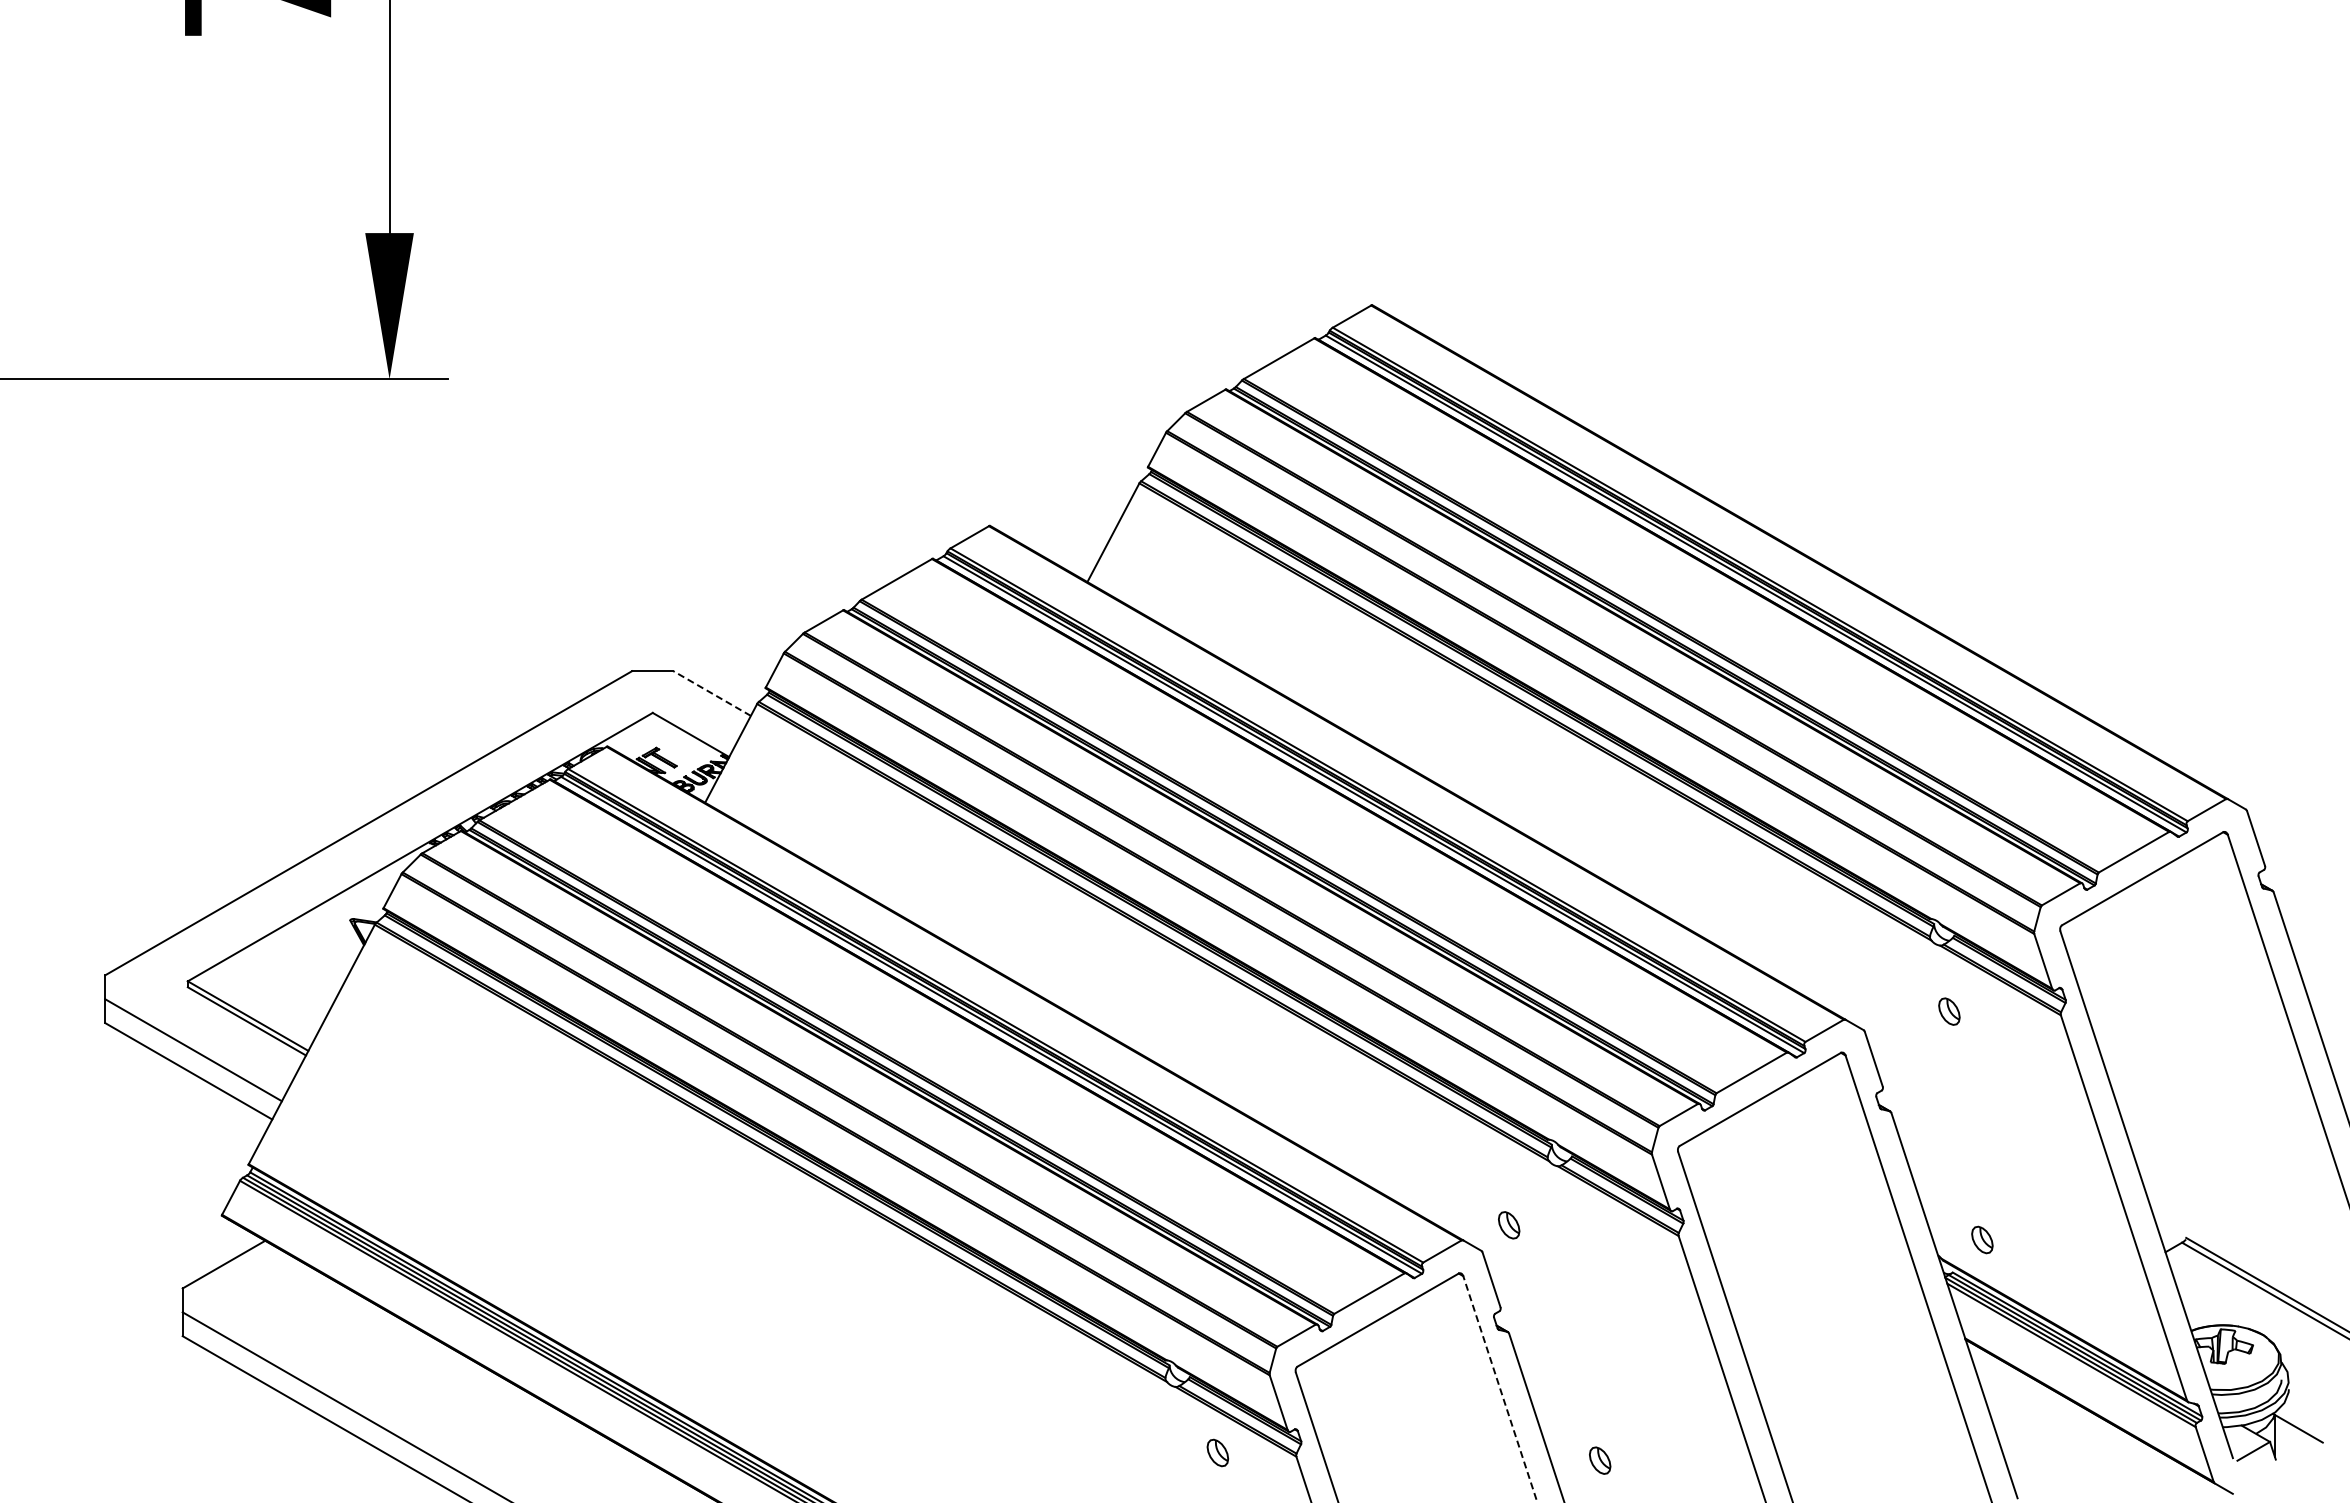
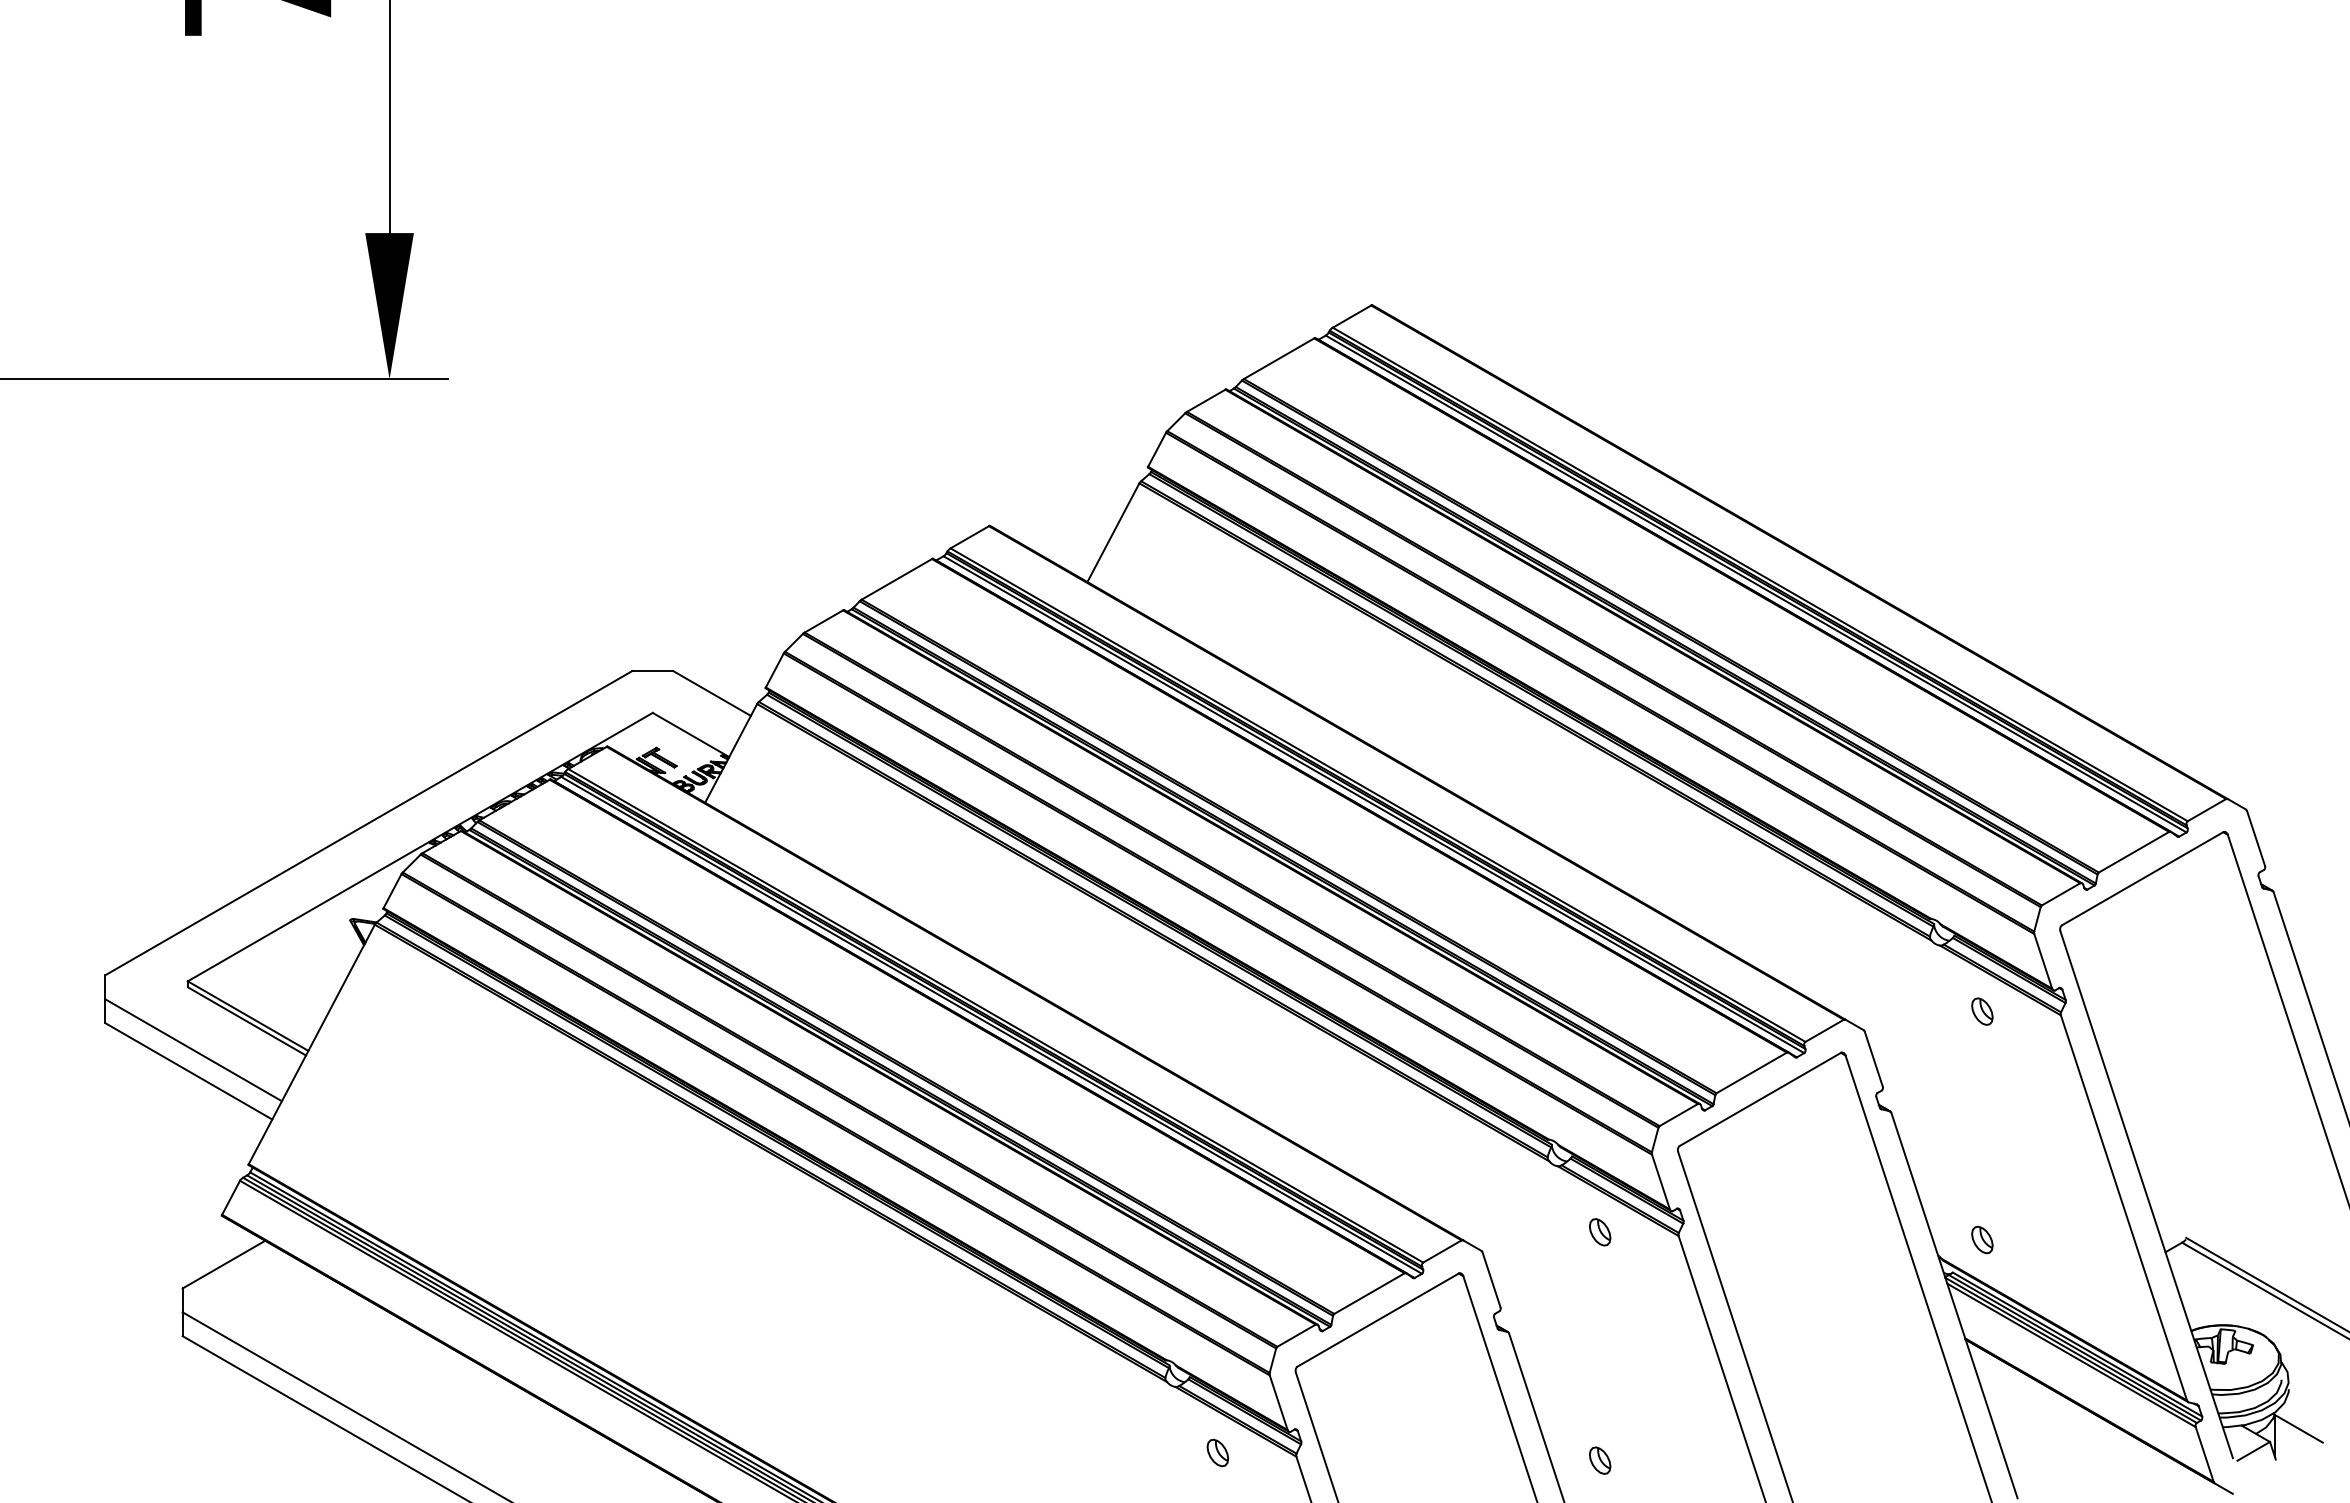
line at (712, 693): dashed -> solid
part at (1949, 1011) position: (1949, 1011) -> (1982, 1011)
part at (1509, 1225) position: (1509, 1225) -> (1600, 1232)
line at (1500, 1389): dashed -> solid
